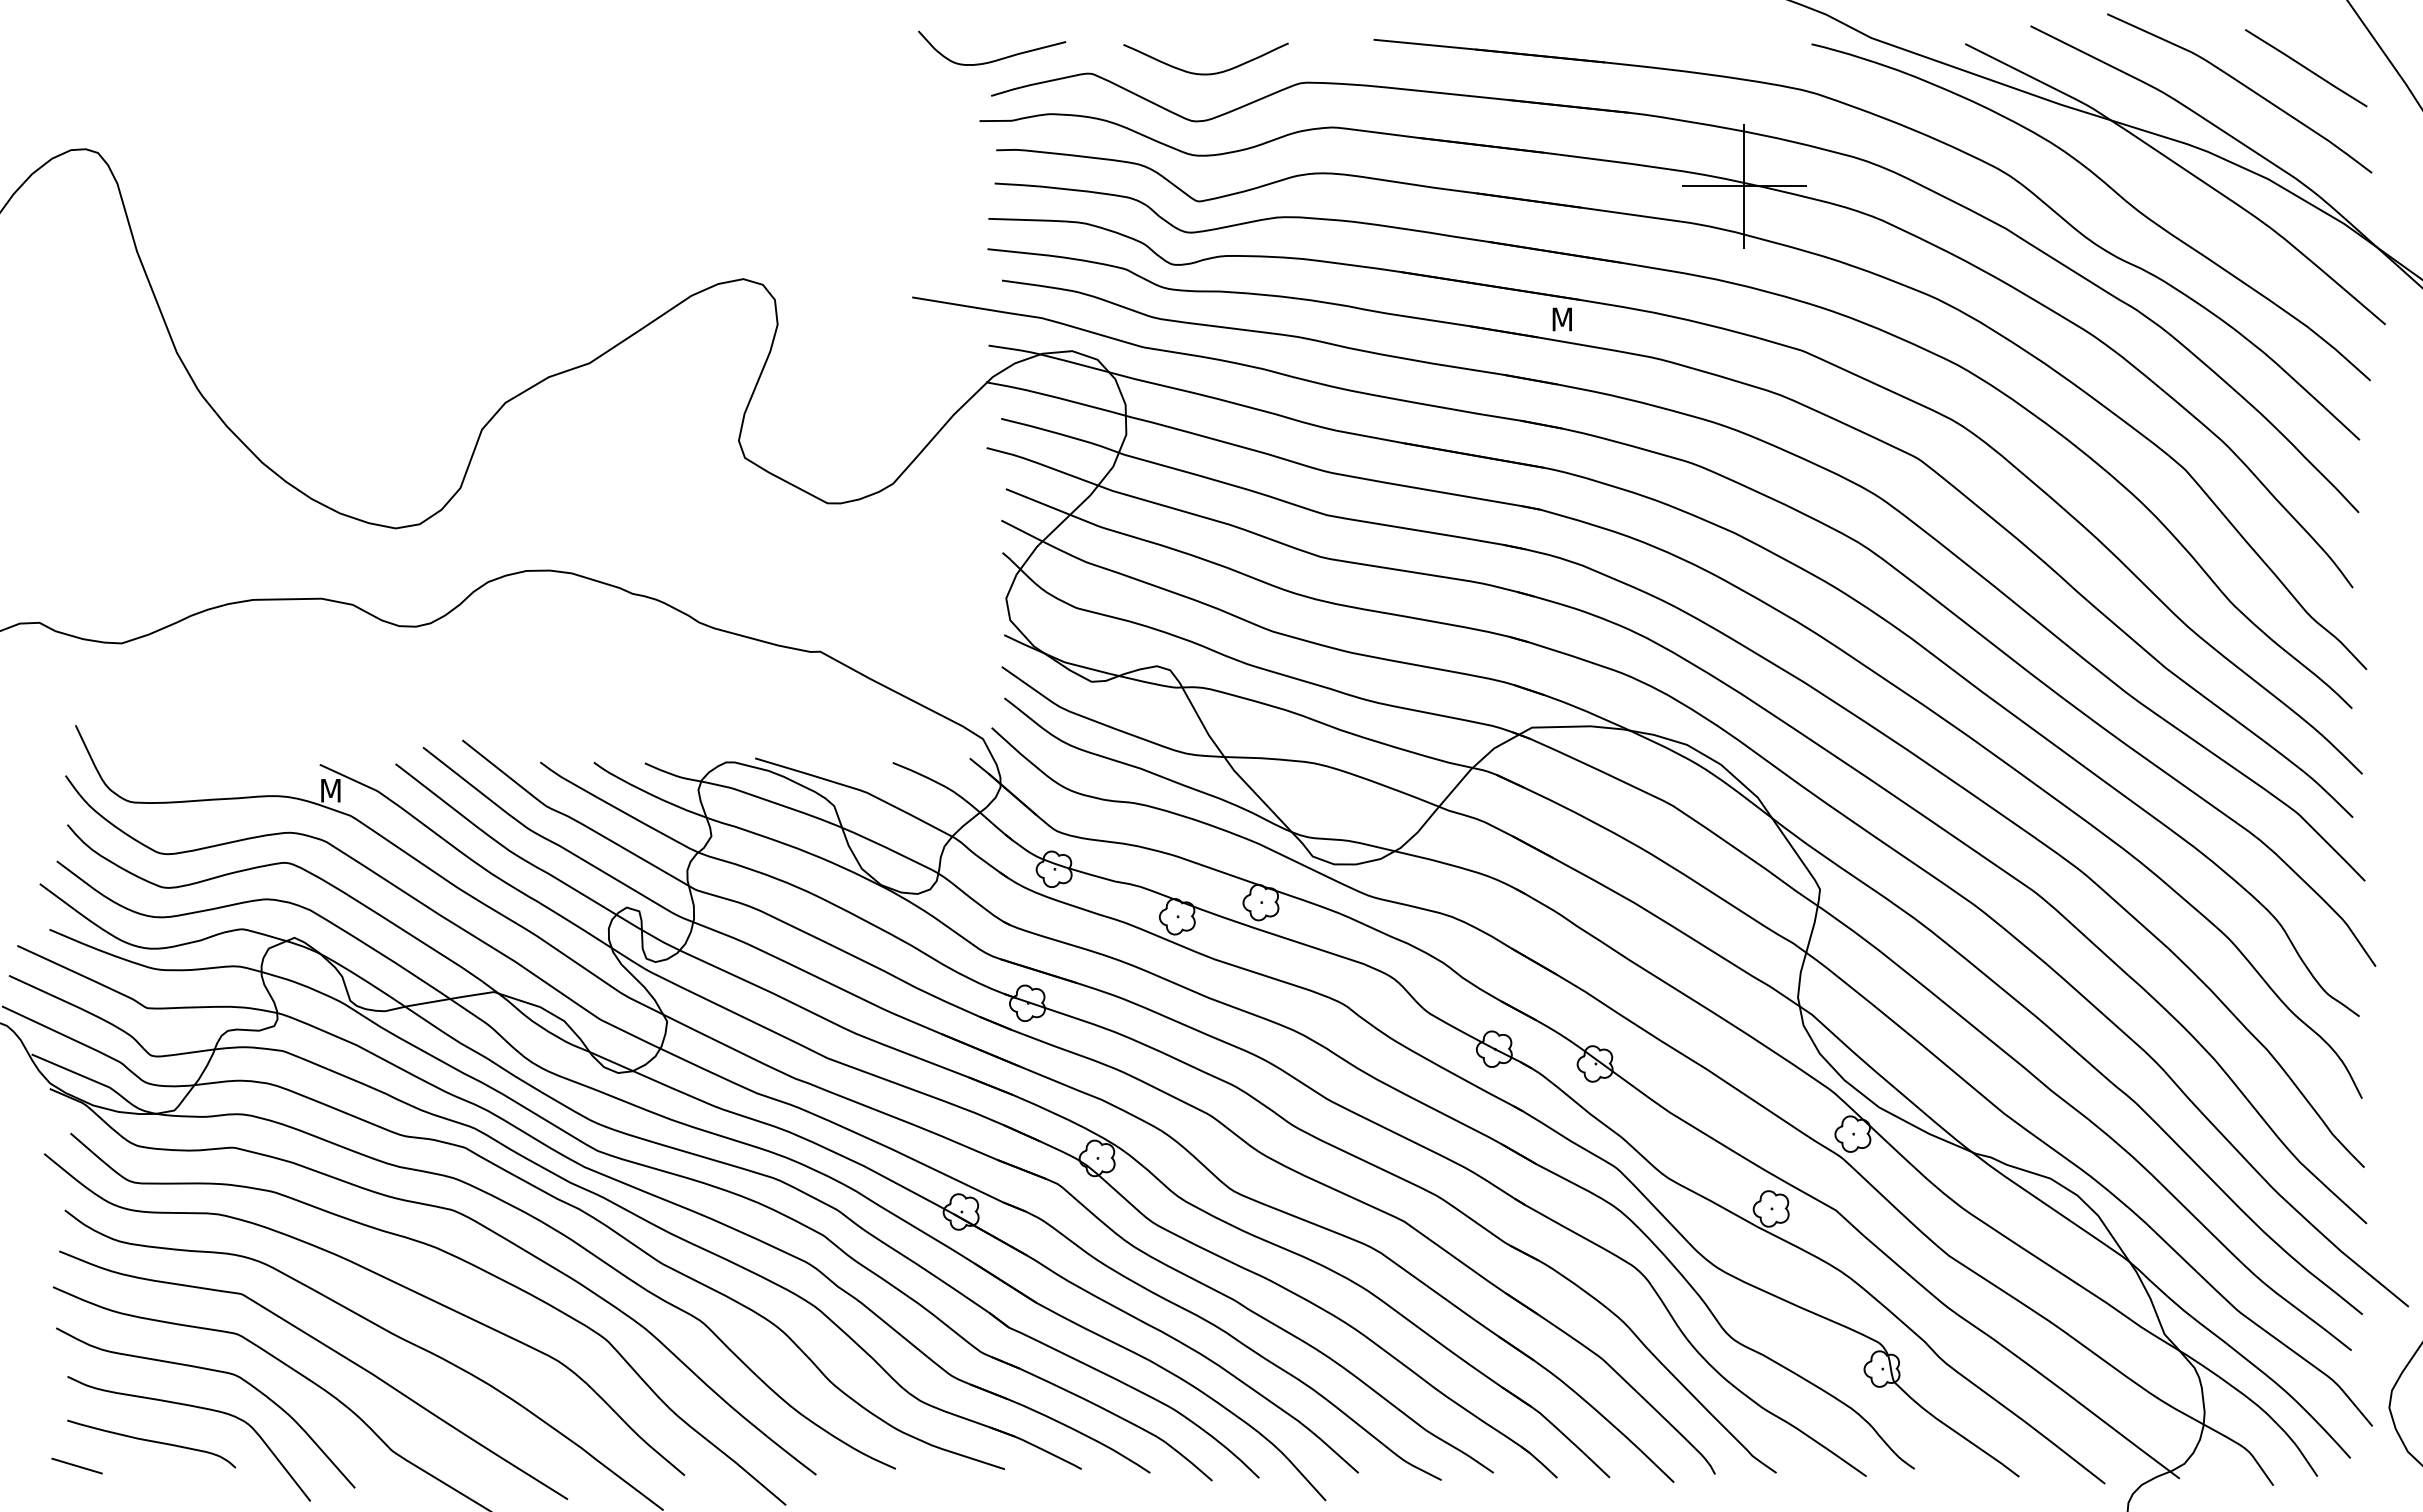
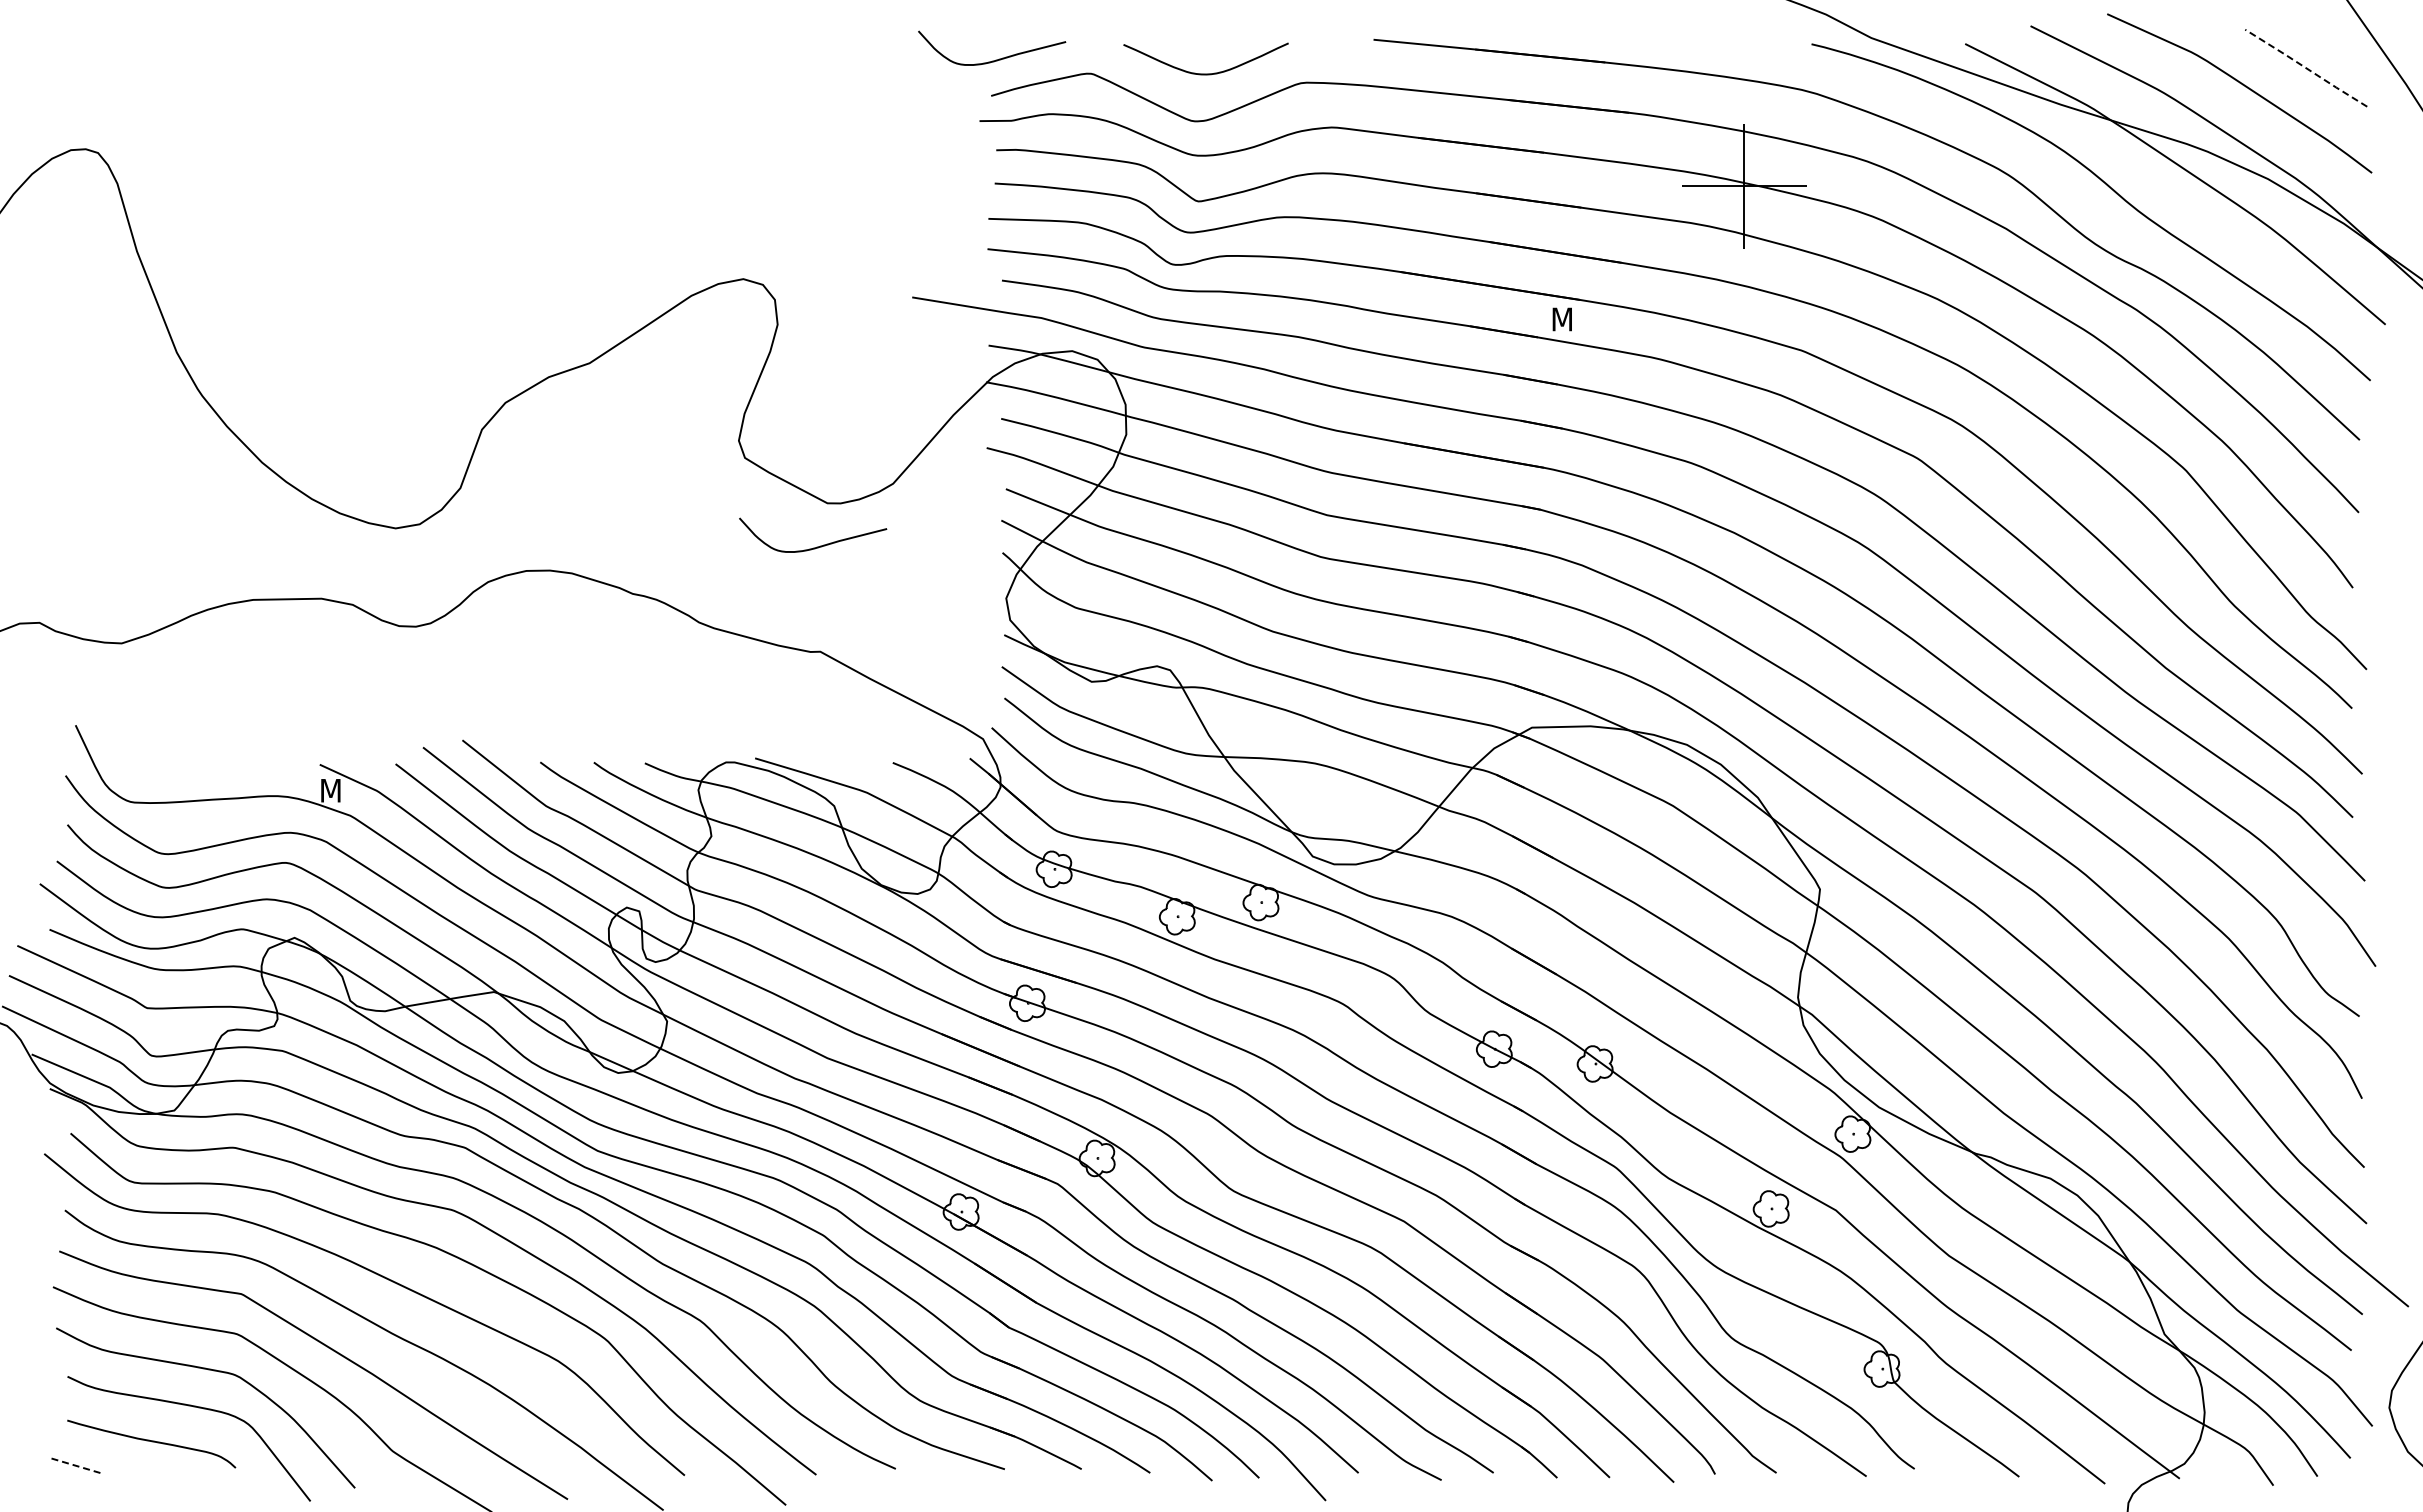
line at (2306, 68): solid -> dashed
curve at (816, 546): none -> present
line at (77, 1466): solid -> dashed
